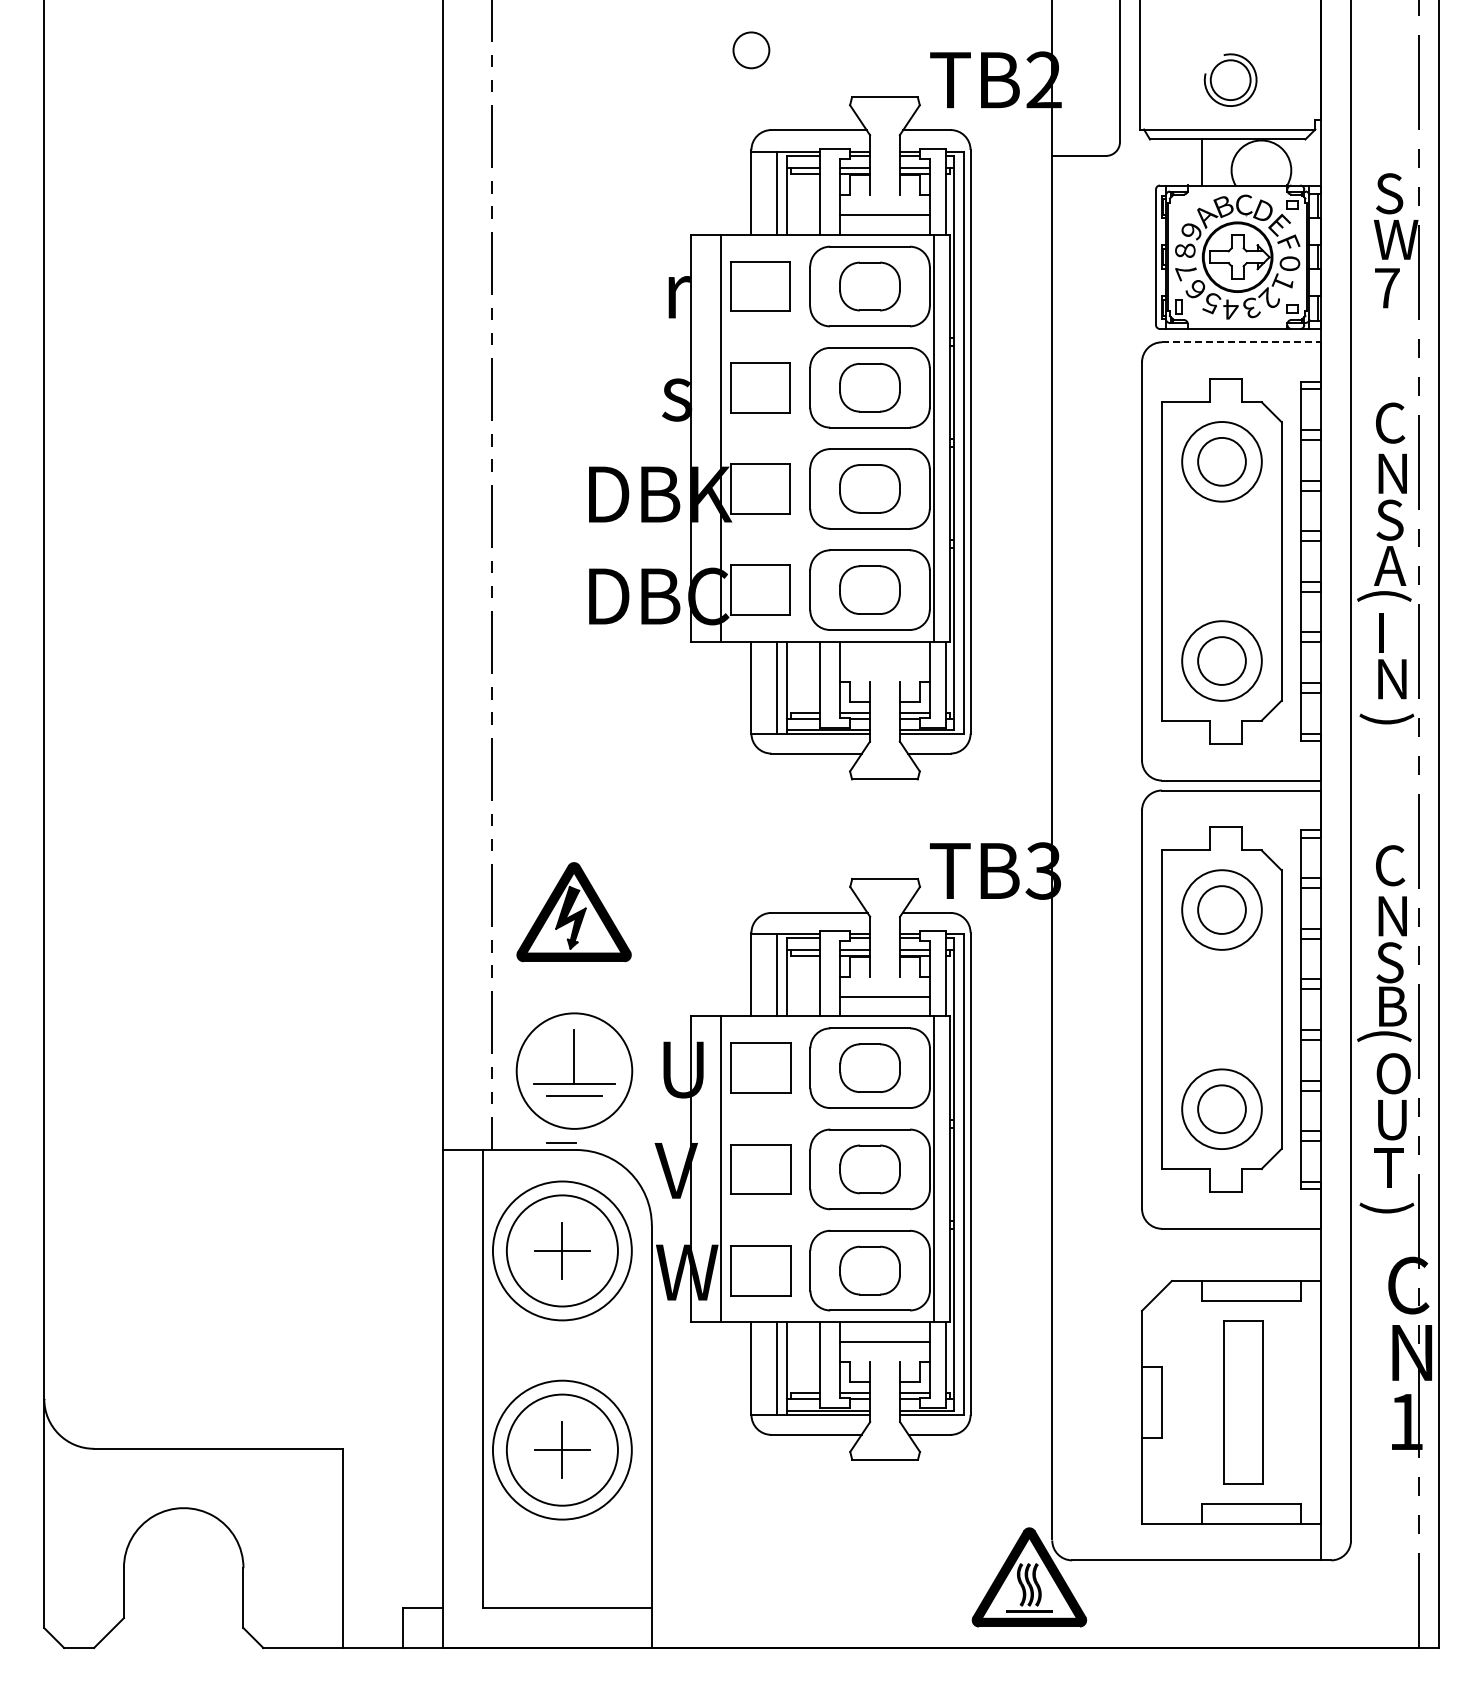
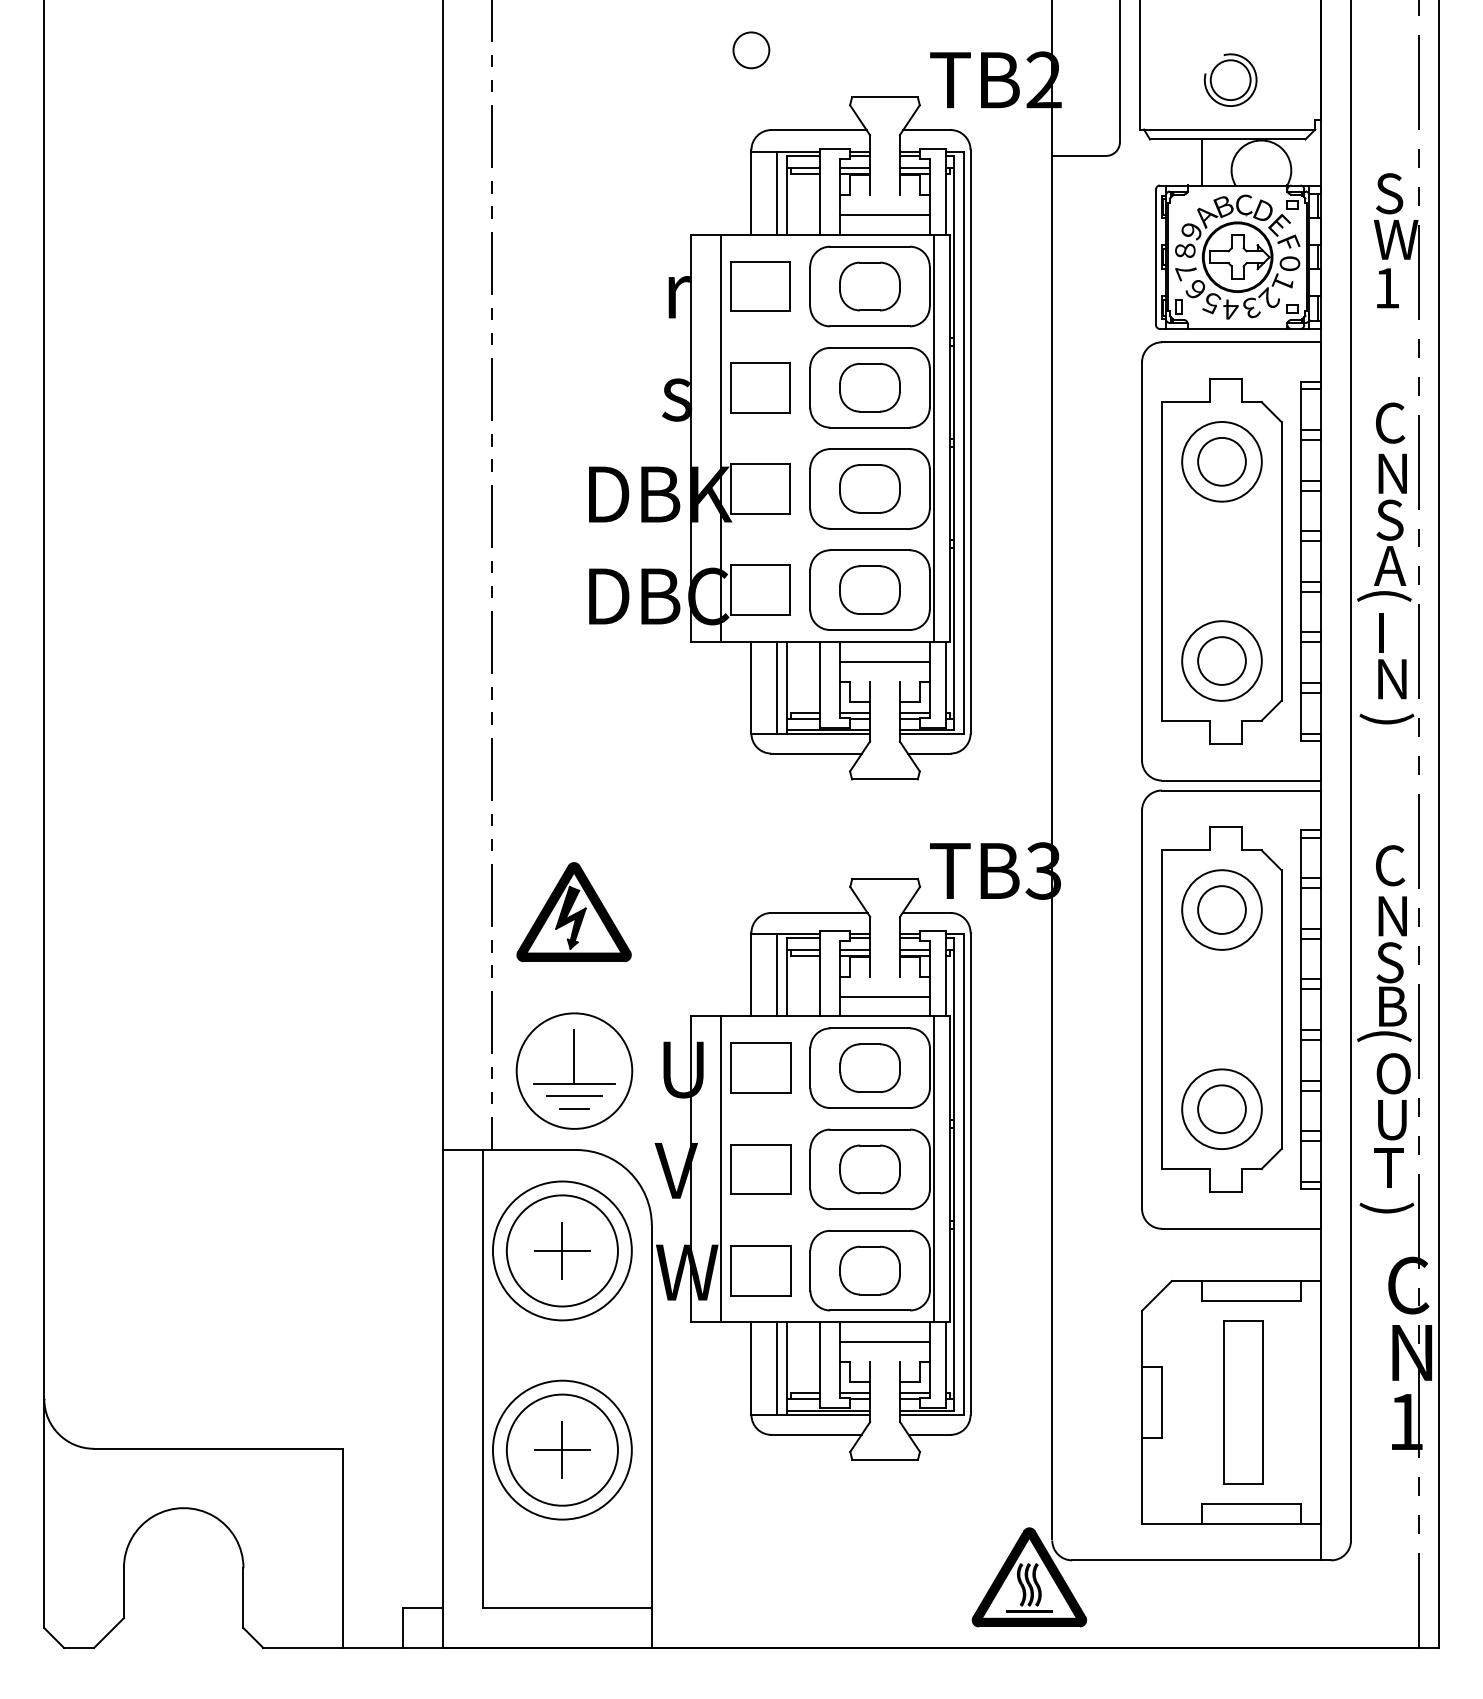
text at (1387, 288): 7 -> 1
line at (1241, 342): dashed -> solid
line at (884, 661): none -> present
line at (561, 1142) position: (561, 1142) -> (574, 1108)
